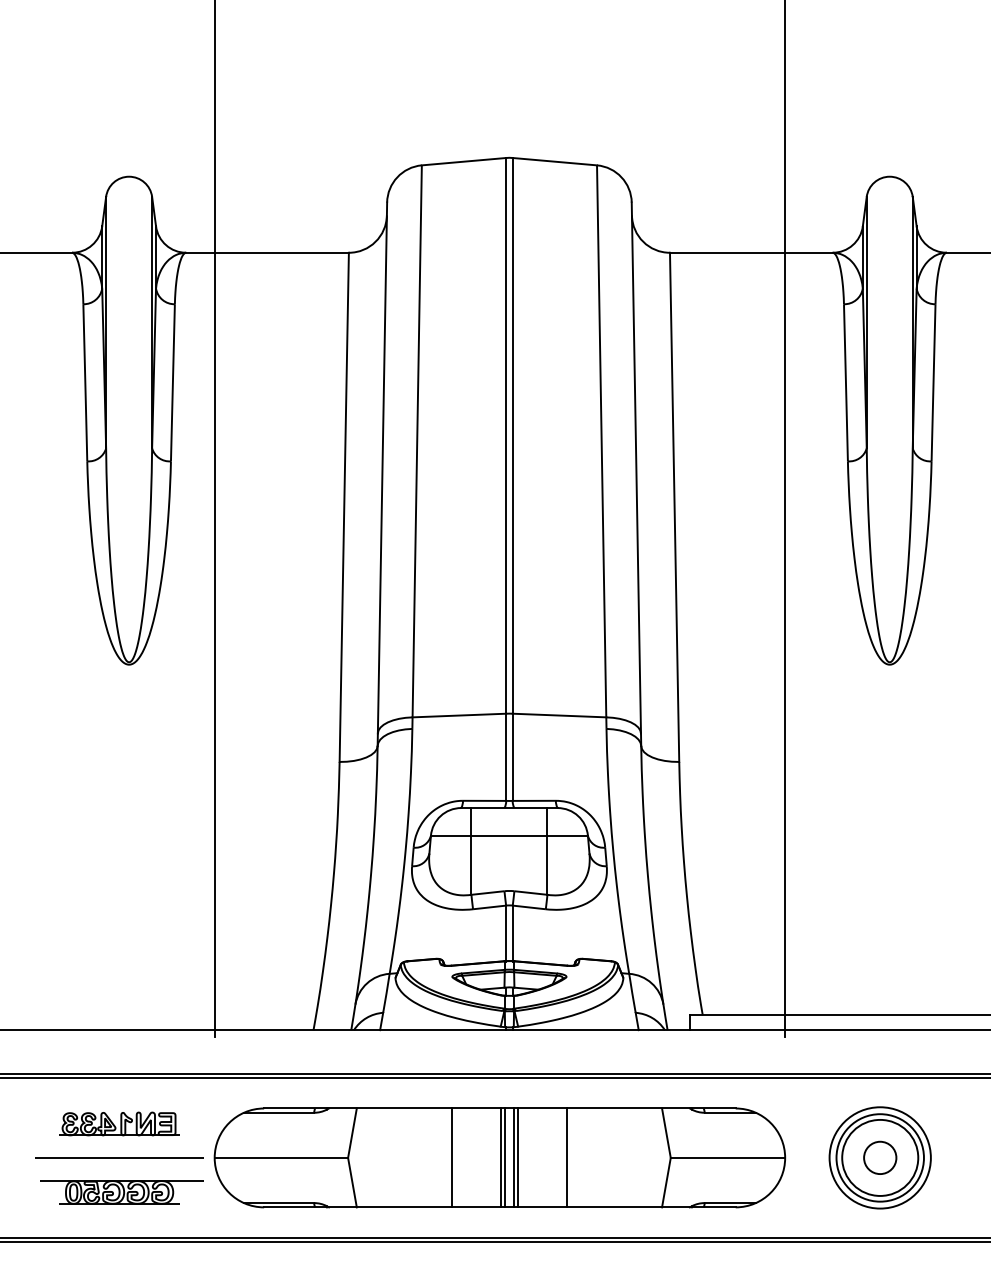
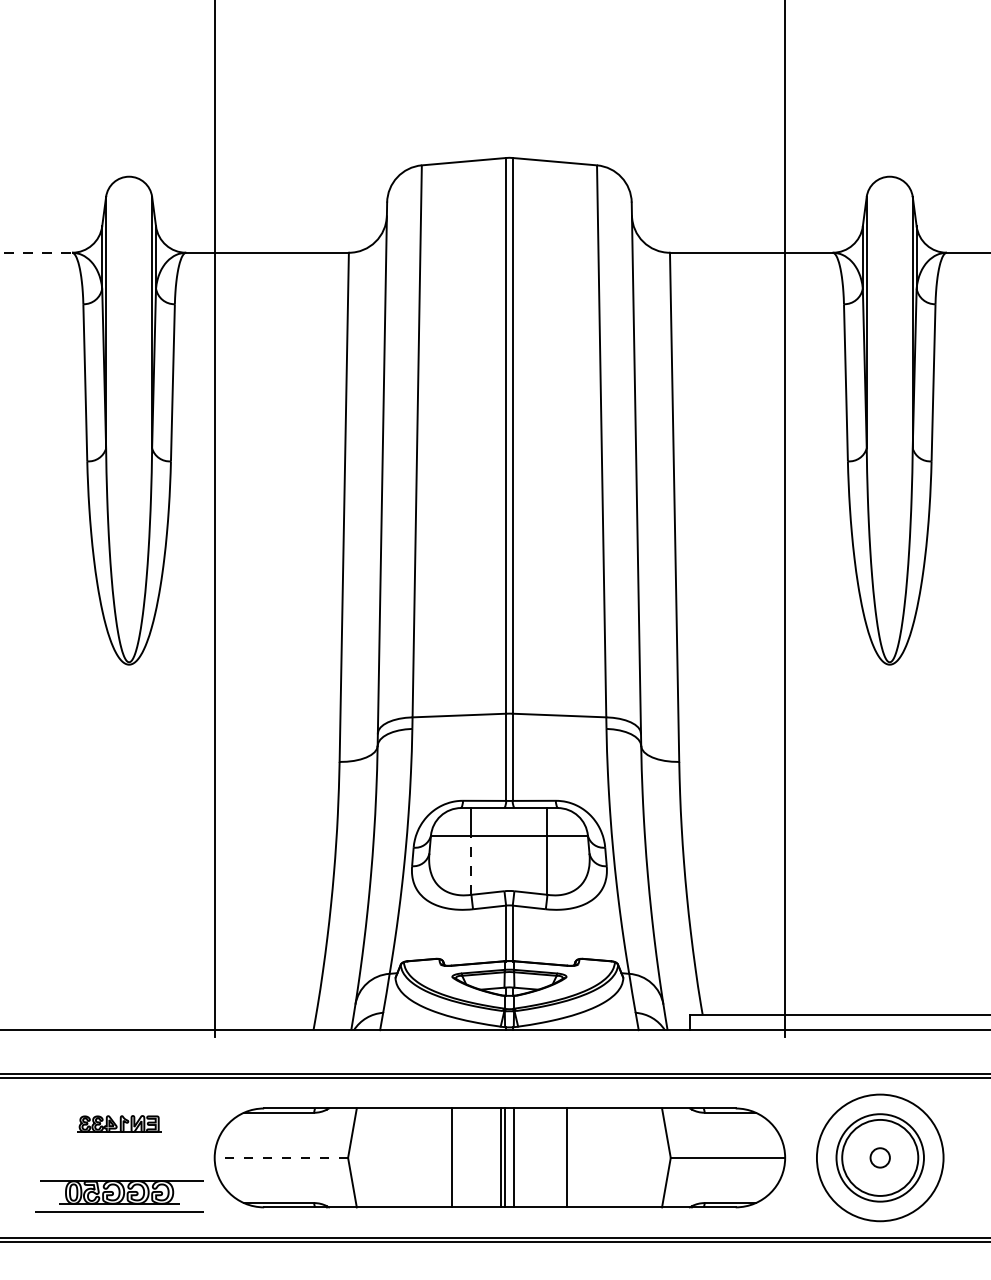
line at (36, 252): solid -> dashed
line at (471, 865): solid -> dashed
part at (119, 1123) size: 121x26 px -> 85x18 px
line at (119, 1157) position: (119, 1157) -> (119, 1211)
line at (281, 1157): solid -> dashed
line at (517, 1157): present -> none
circle at (879, 1157) diameter: 101 px -> 127 px
circle at (880, 1157) diameter: 32 px -> 19 px
